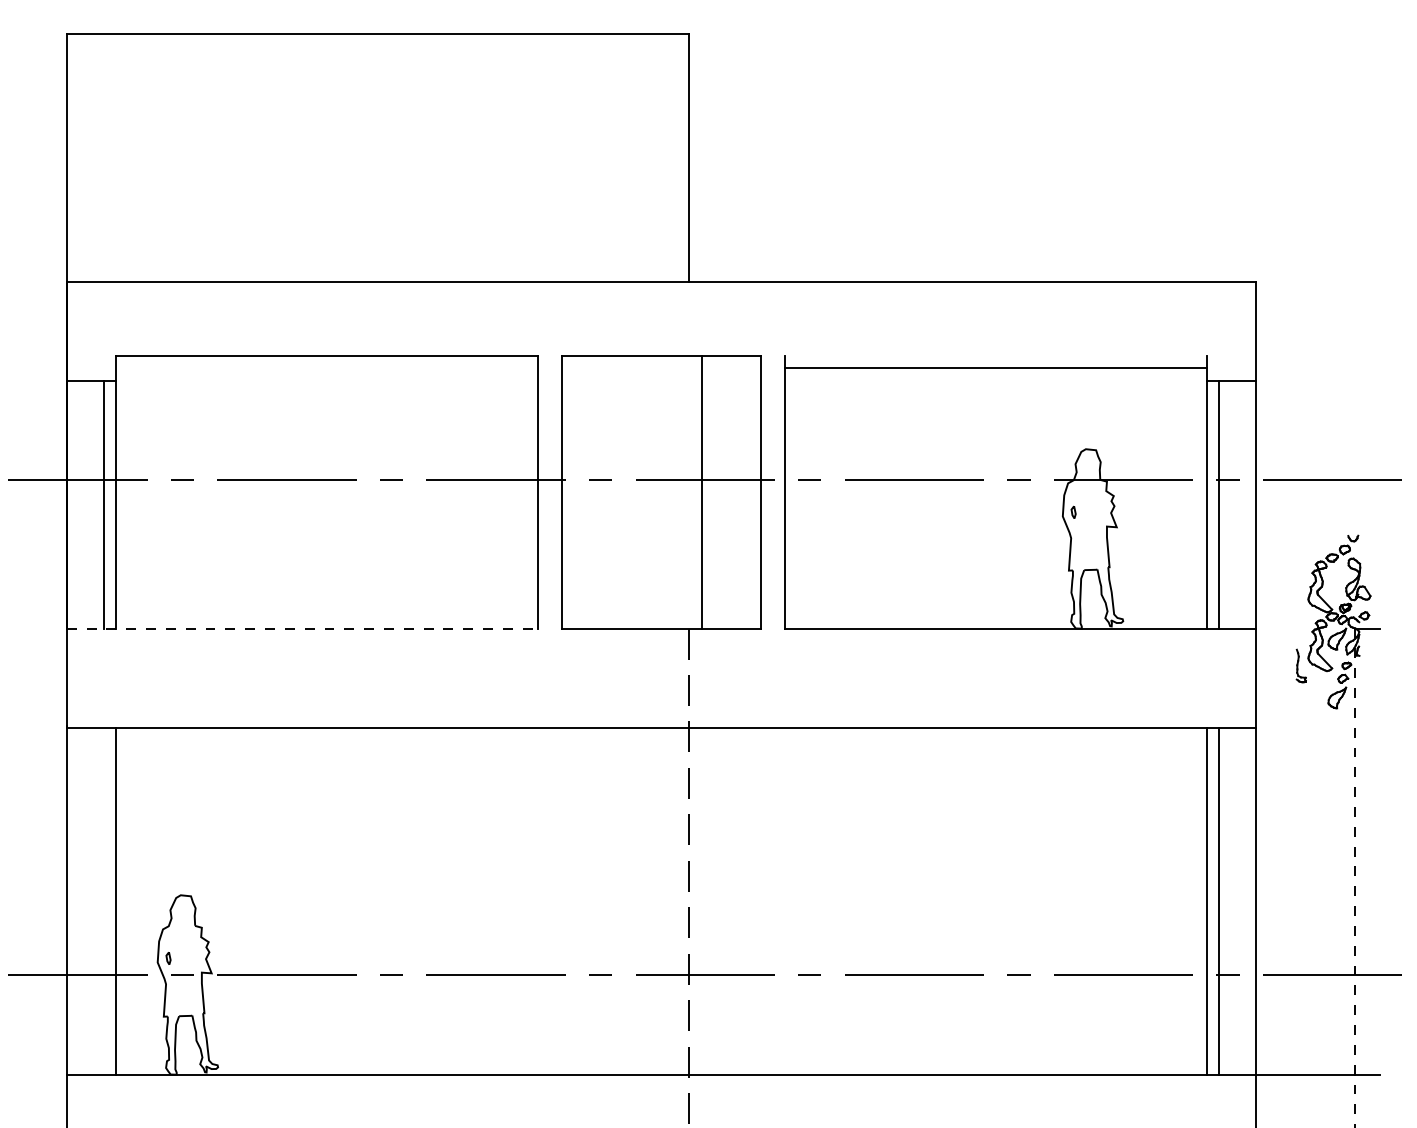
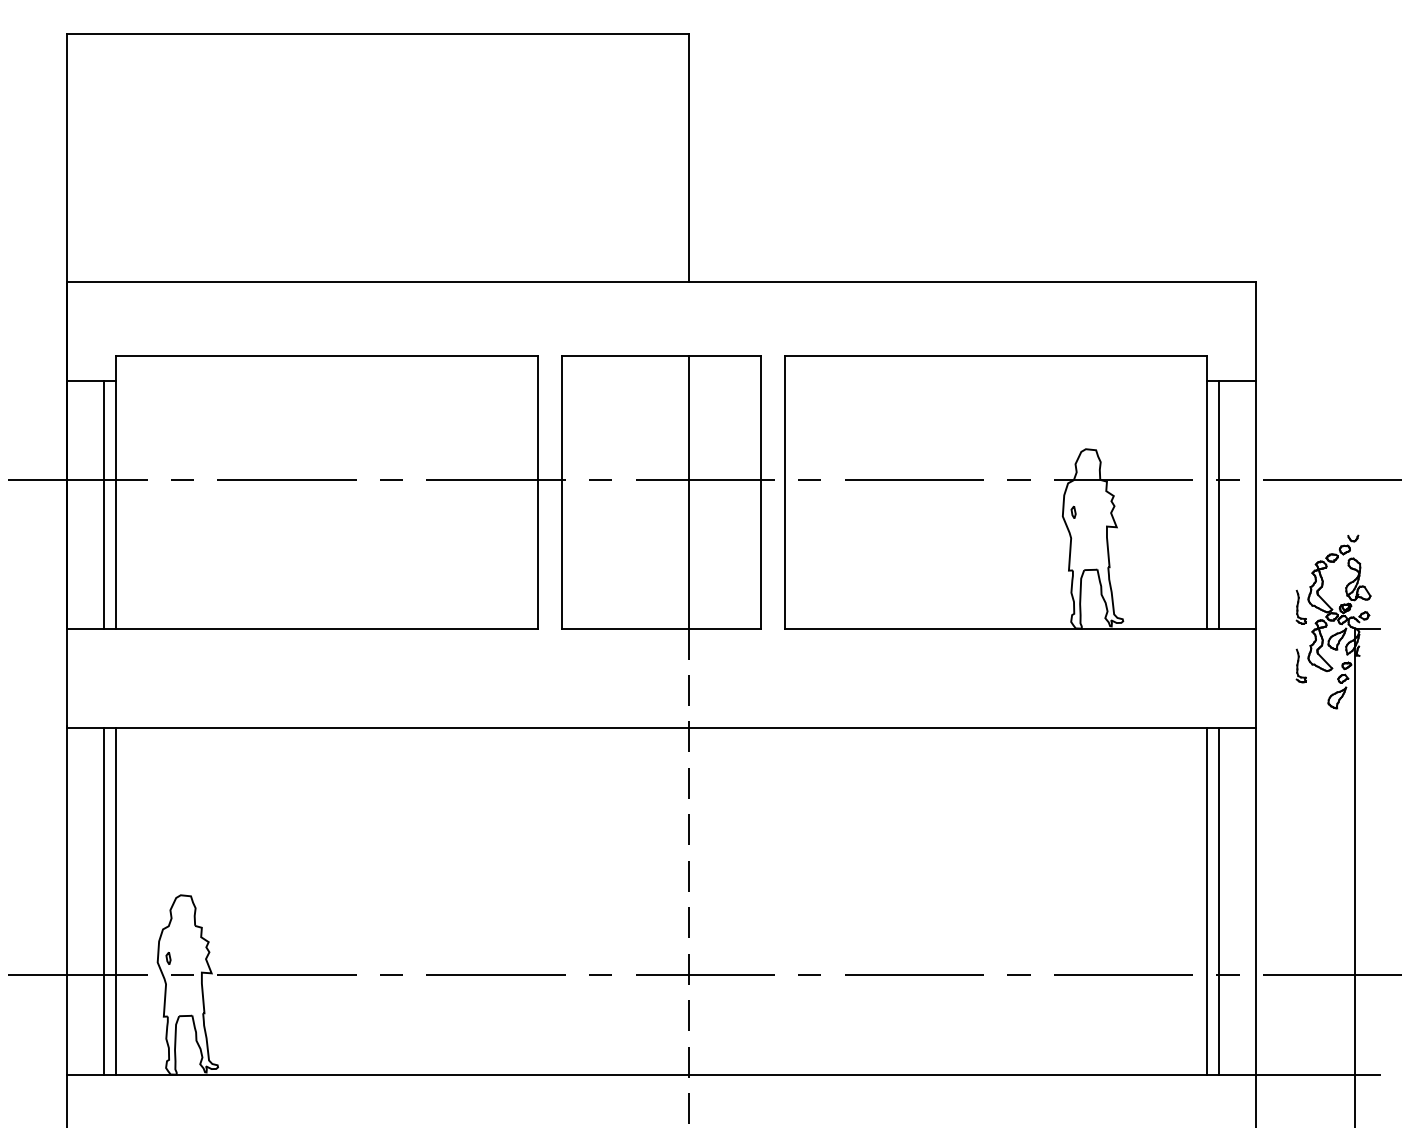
line at (995, 367) position: (995, 367) -> (995, 355)
line at (702, 491) position: (702, 491) -> (689, 491)
part at (1300, 606): none -> present
line at (302, 628): dashed -> solid
line at (1355, 878): dashed -> solid
line at (103, 900): none -> present
